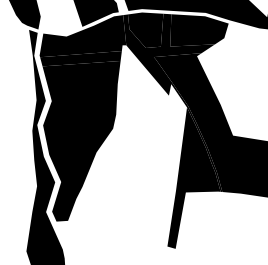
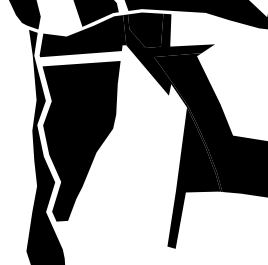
fill at (199, 30): present -> none
fill at (80, 58): present -> none
